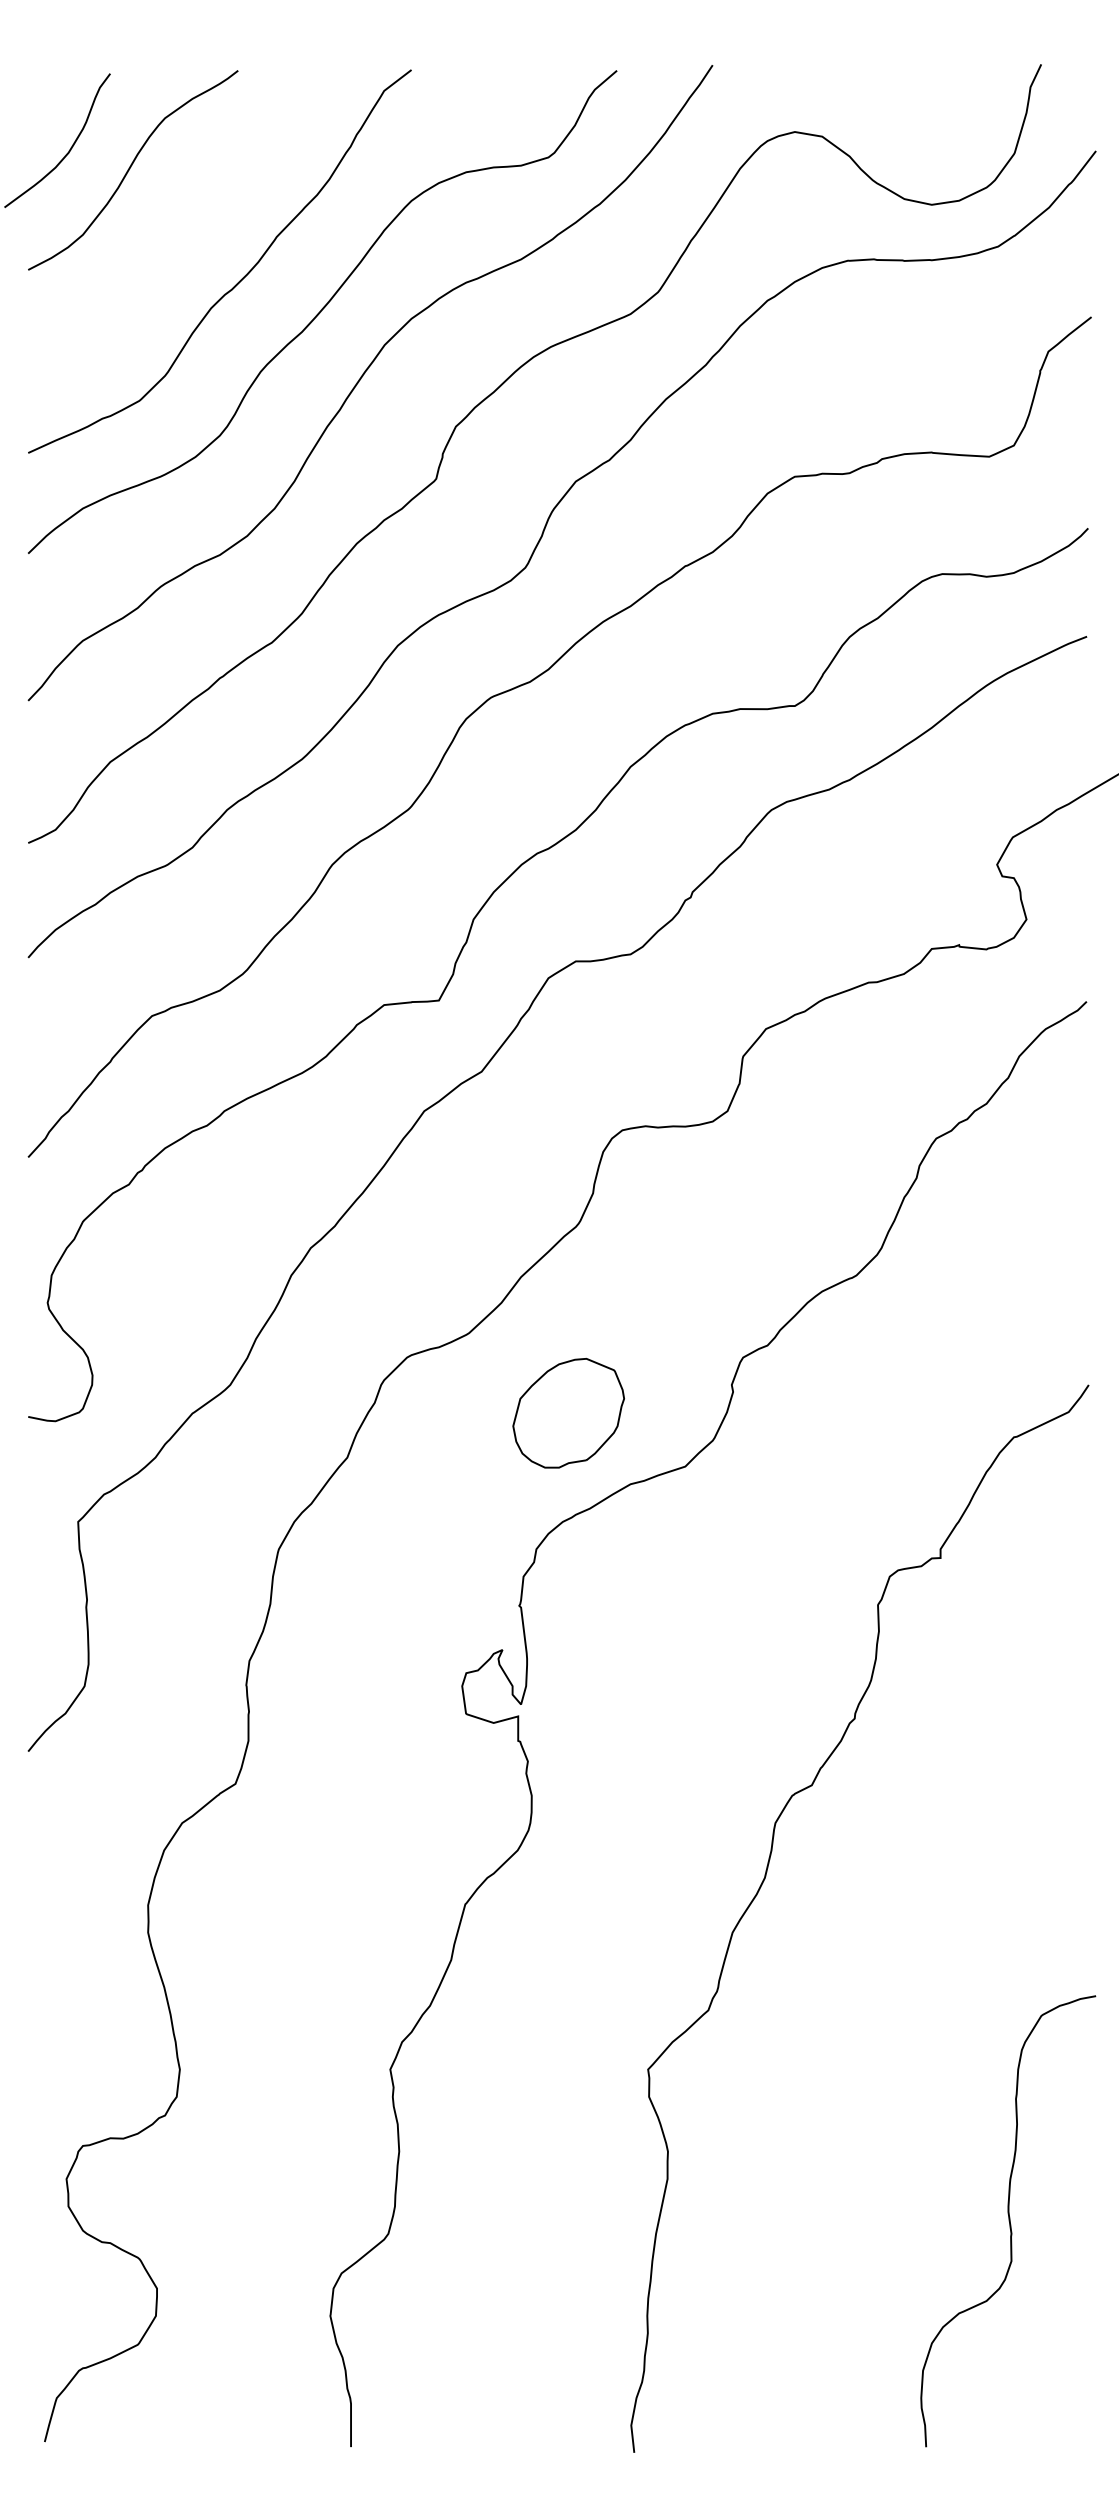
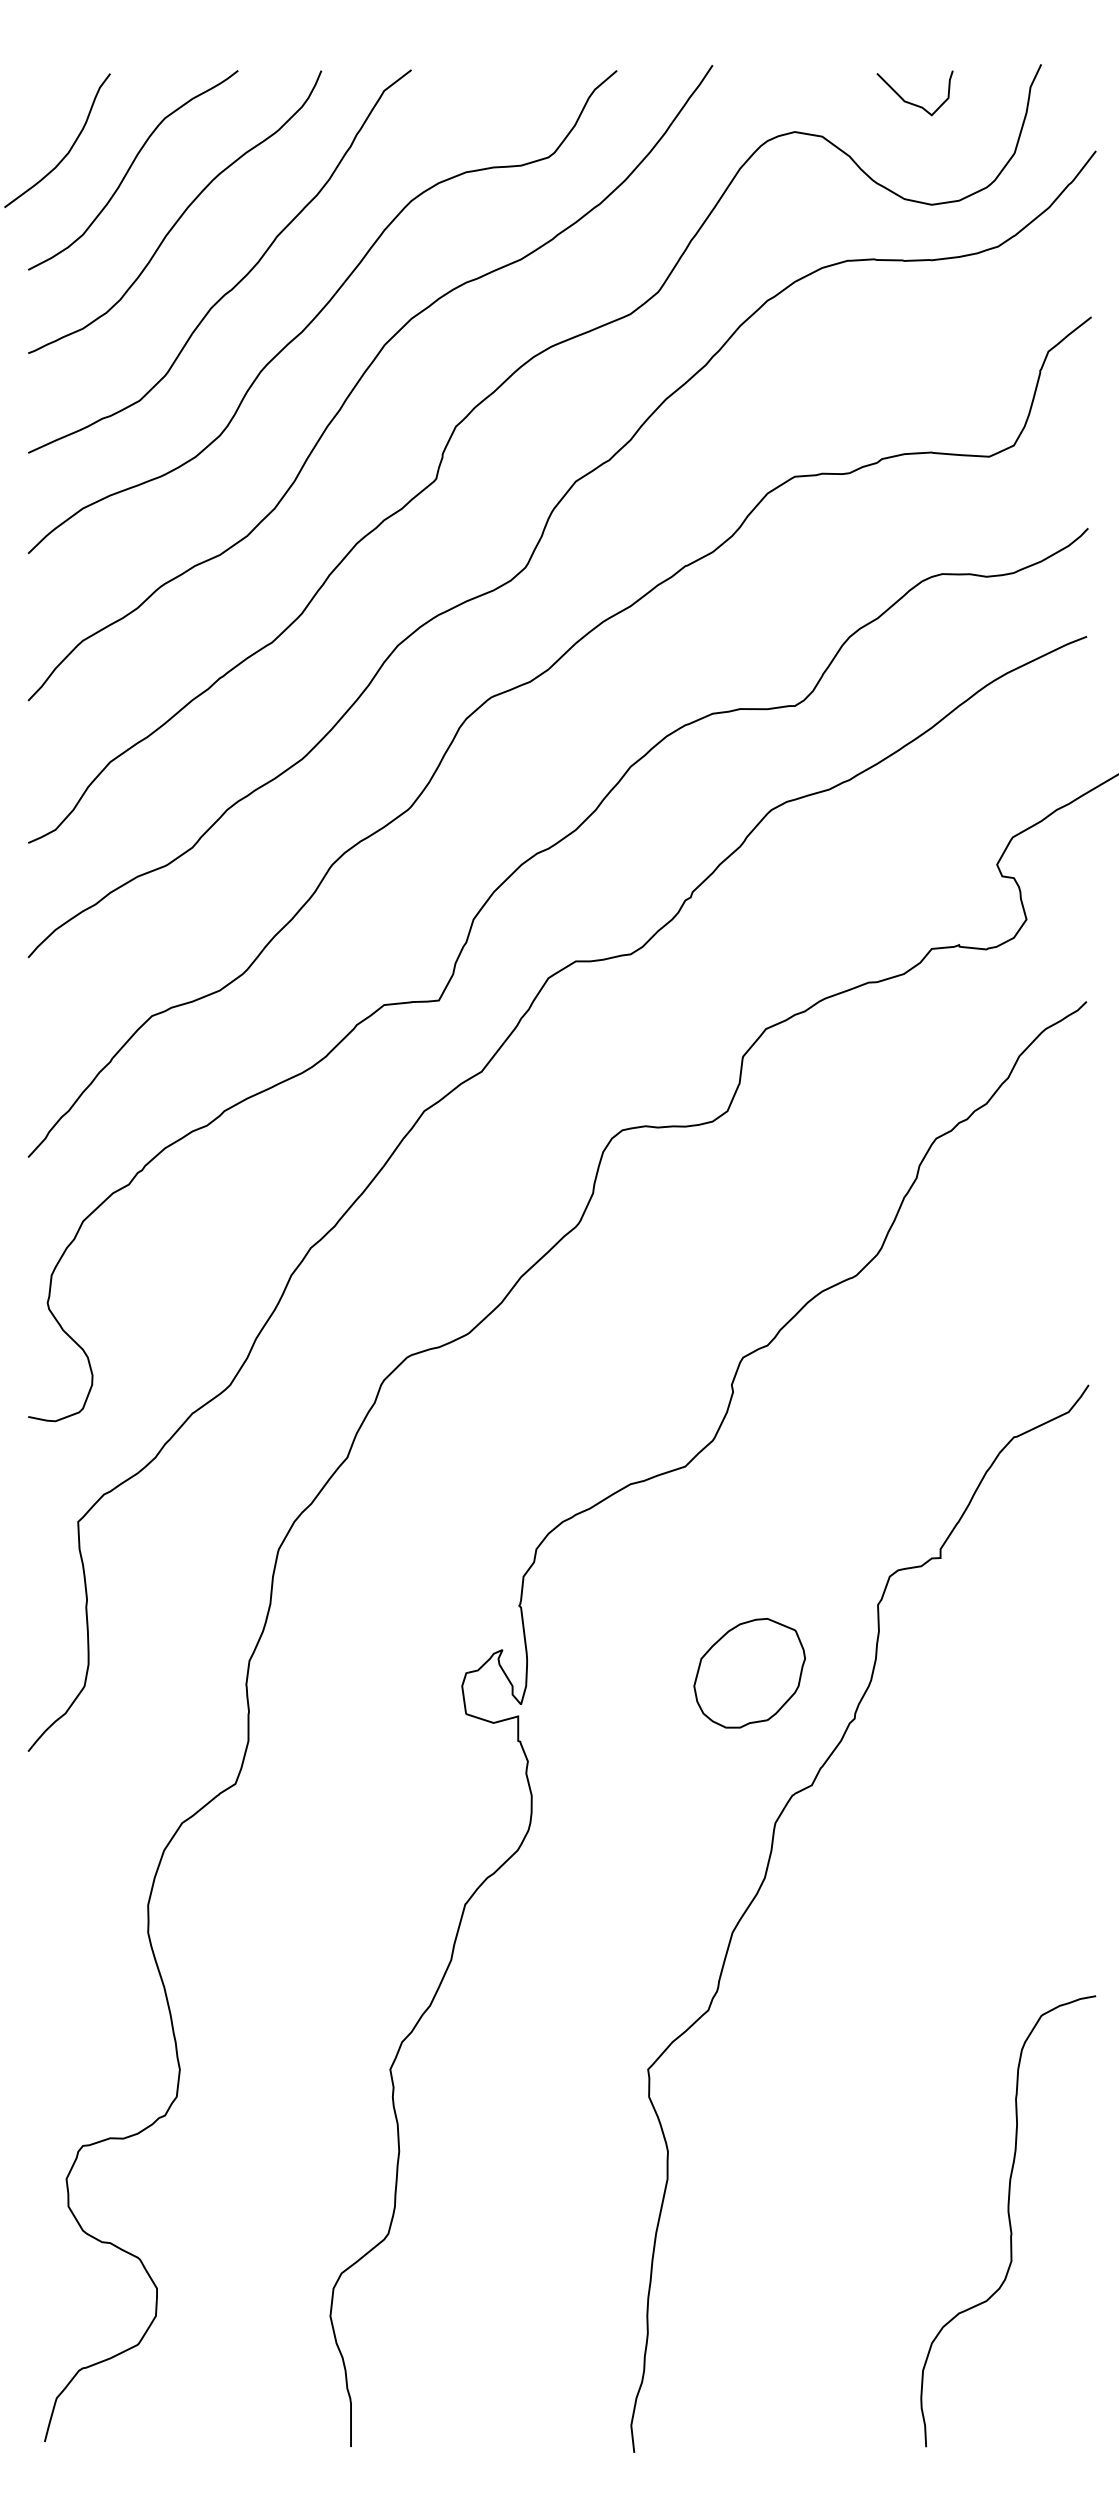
curve at (911, 102): none -> present
curve at (180, 215): none -> present
part at (568, 1413) position: (568, 1413) -> (749, 1673)
